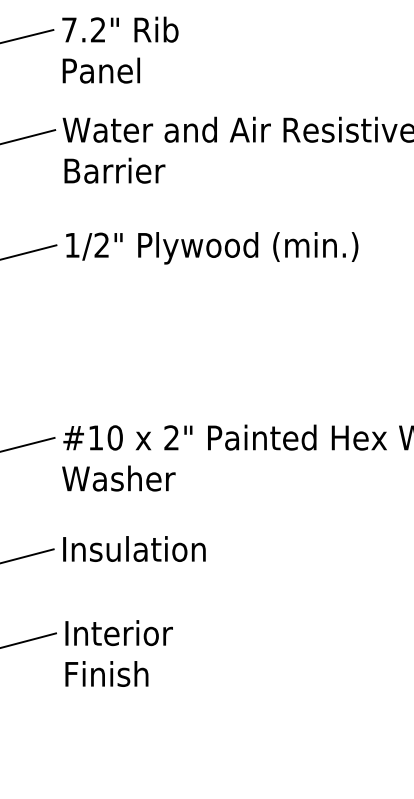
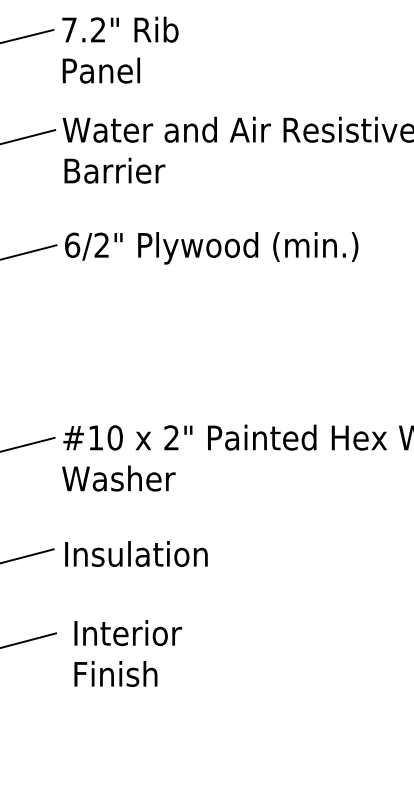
text at (72, 244): 1/2" -> 6/2"
text at (134, 548) position: (134, 548) -> (136, 553)
text at (118, 653) position: (118, 653) -> (127, 653)
